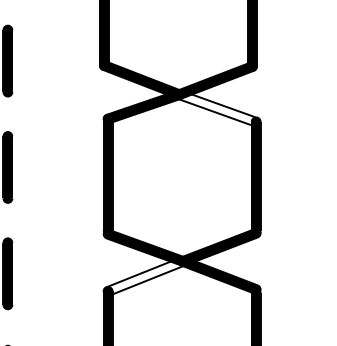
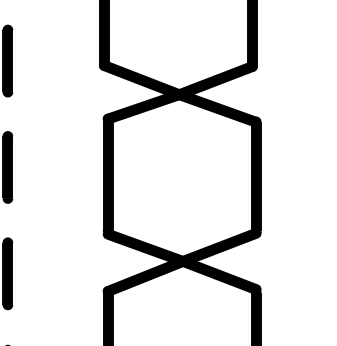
fill at (215, 107): none -> present
fill at (145, 276): none -> present
